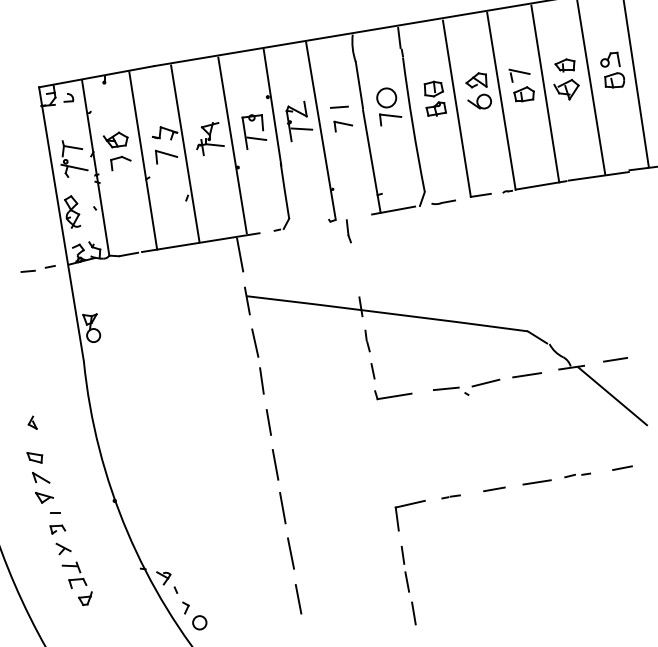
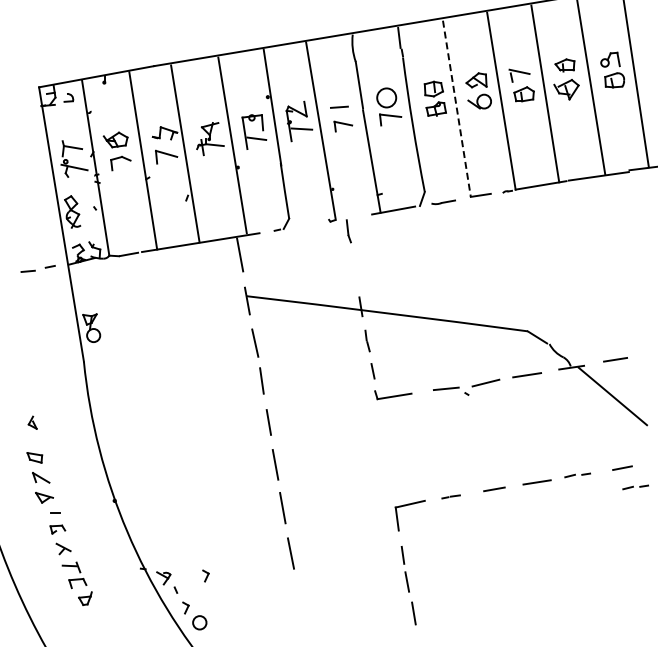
line at (456, 109): solid -> dashed
part at (635, 487): none -> present
part at (205, 575): none -> present
line at (298, 599): present -> none
